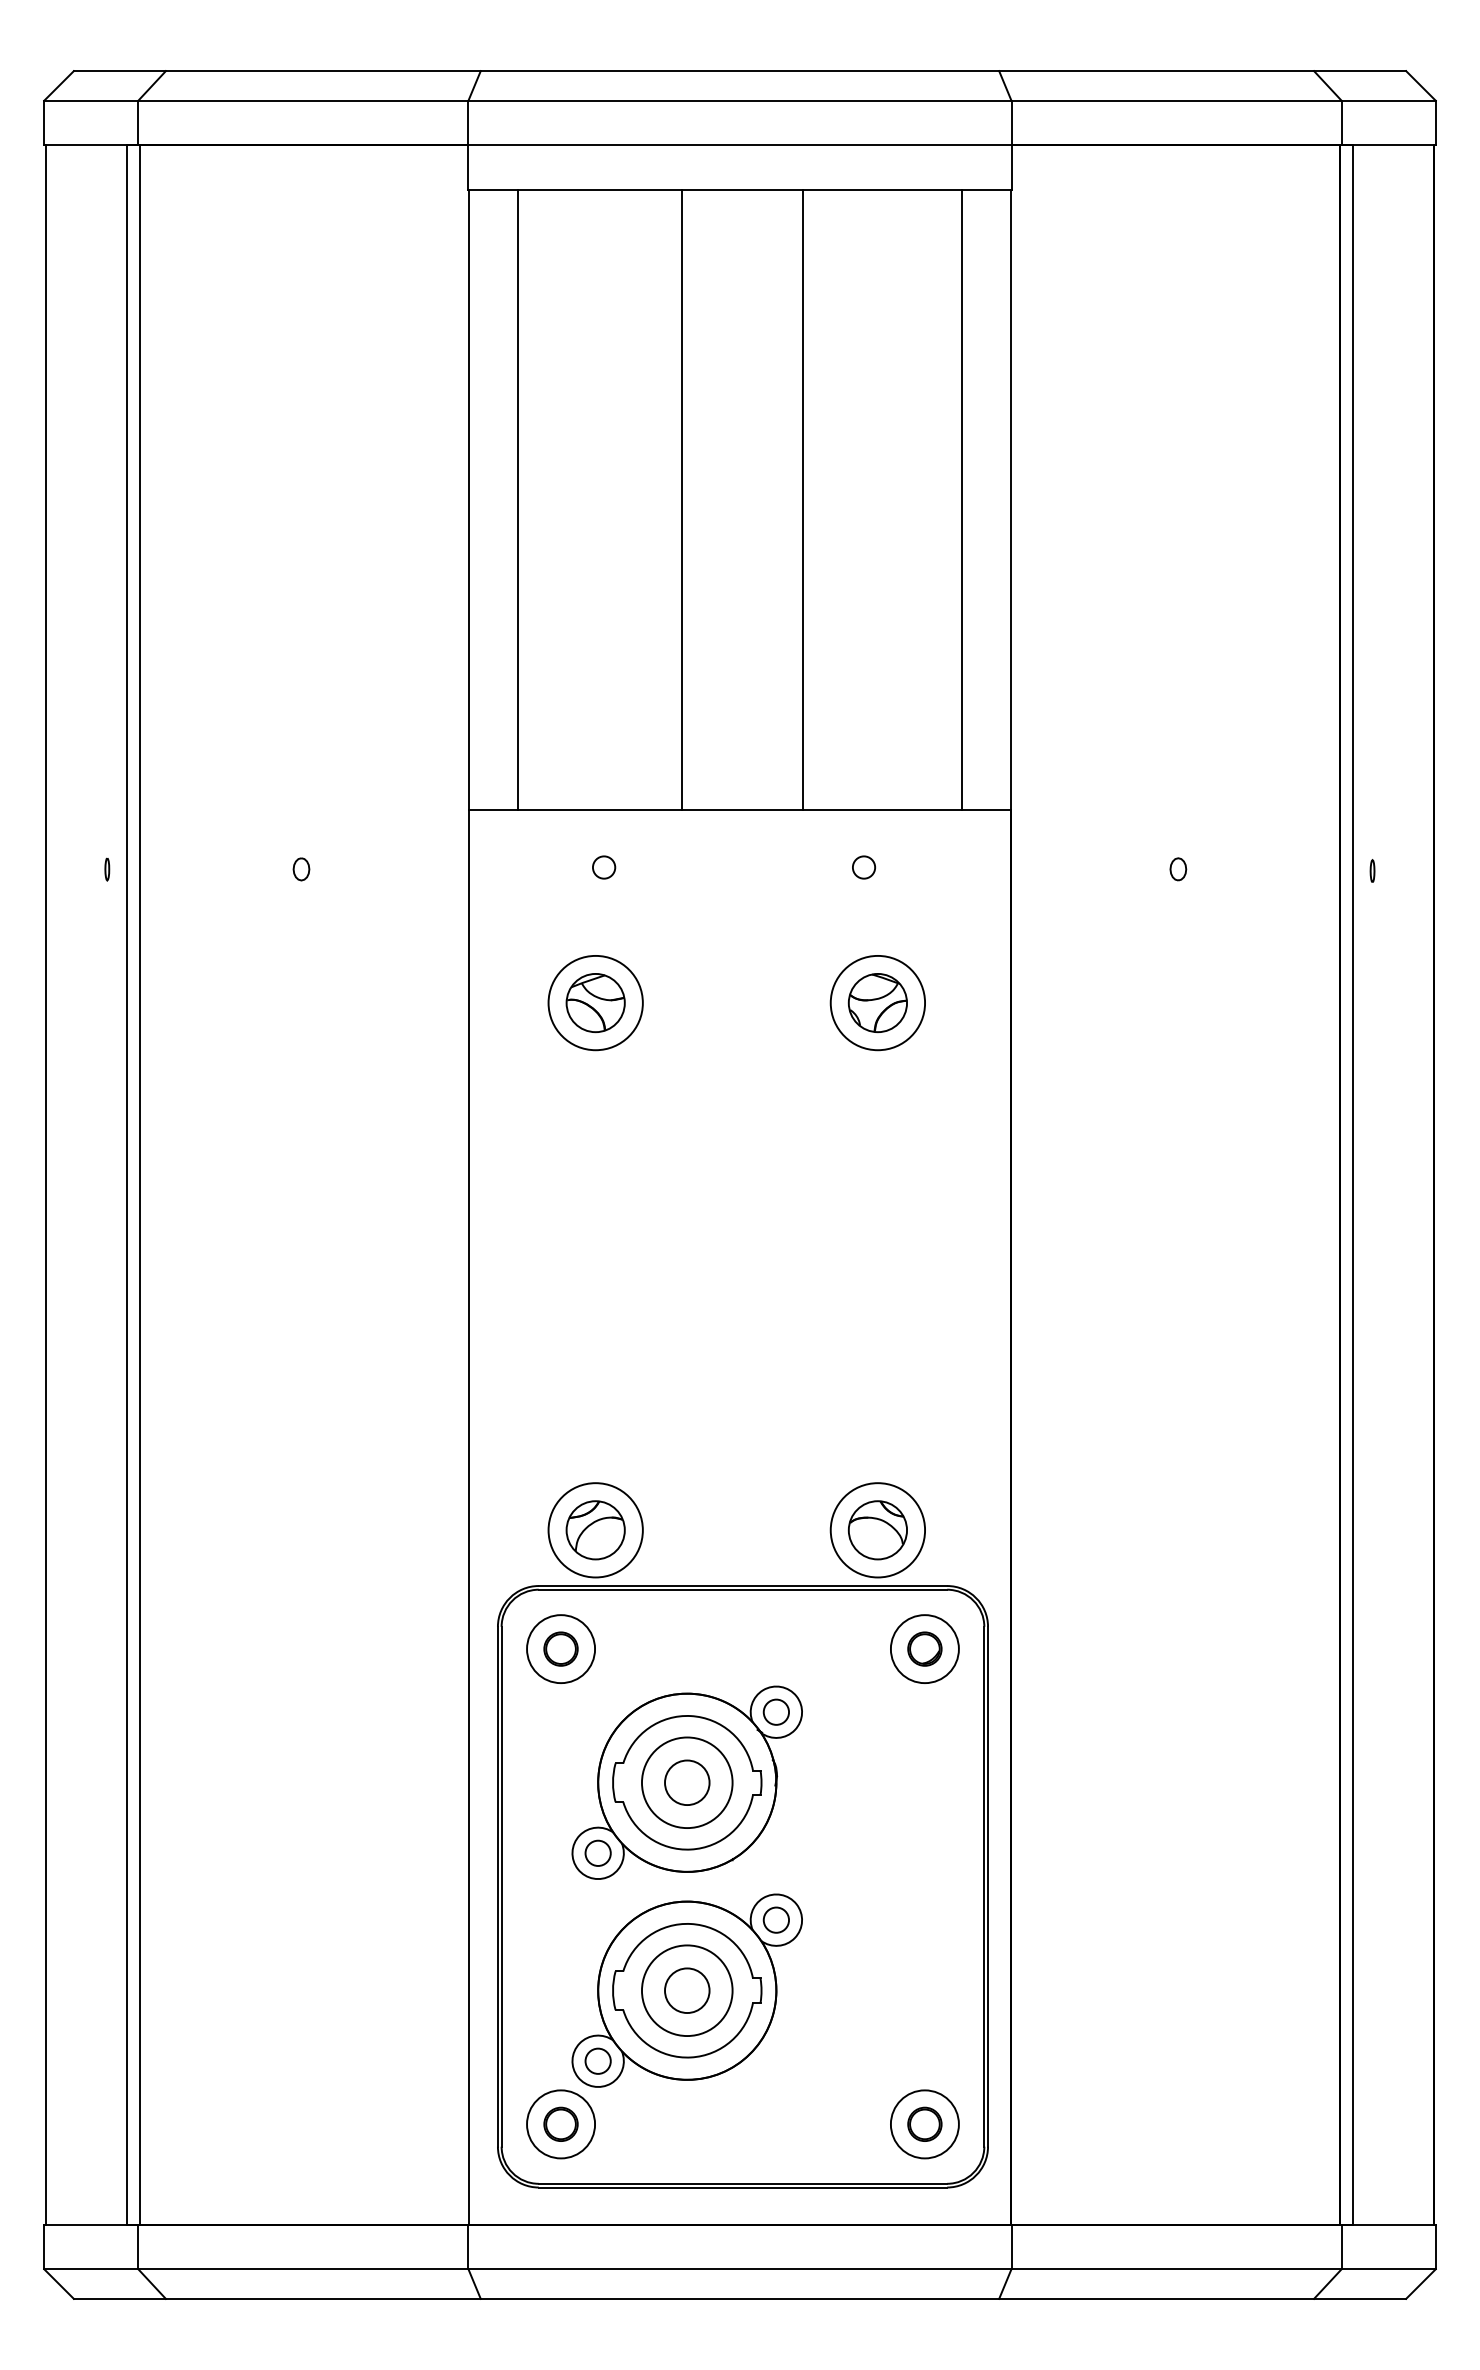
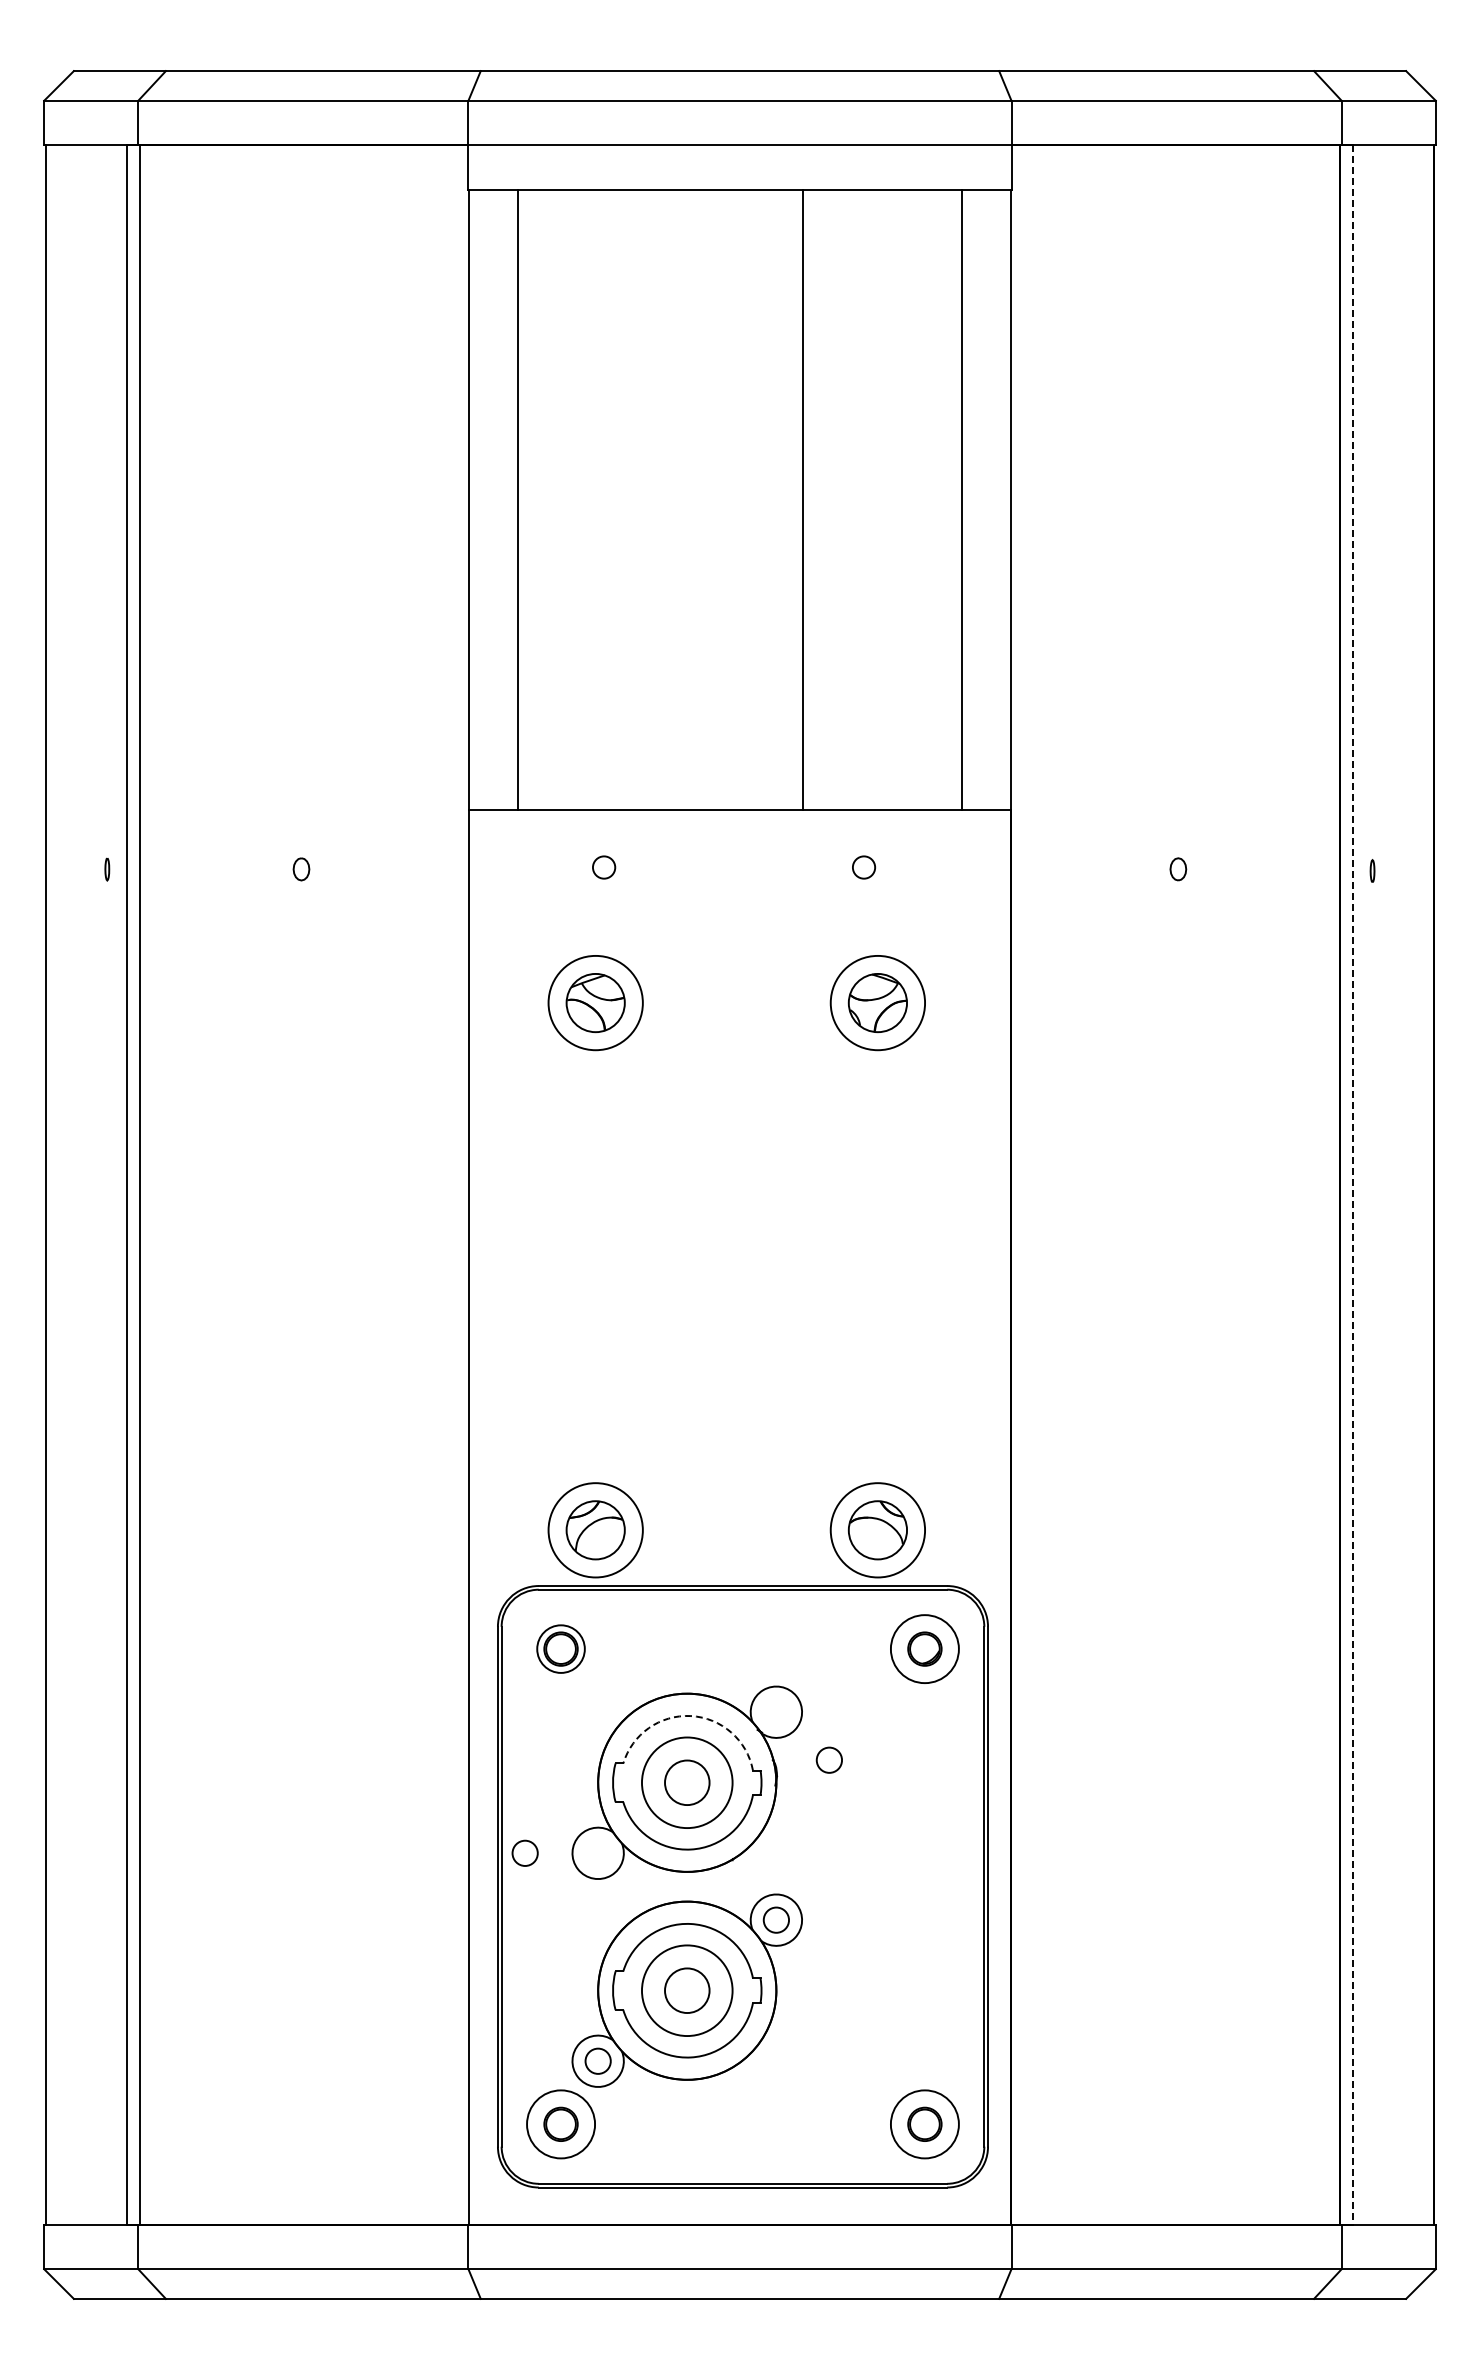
line at (682, 499): present -> none
line at (1352, 1185): solid -> dashed
circle at (561, 1649) diameter: 68 px -> 48 px
circle at (775, 1711) position: (775, 1711) -> (828, 1759)
arc at (690, 1716): solid -> dashed
circle at (597, 1852) position: (597, 1852) -> (524, 1852)
